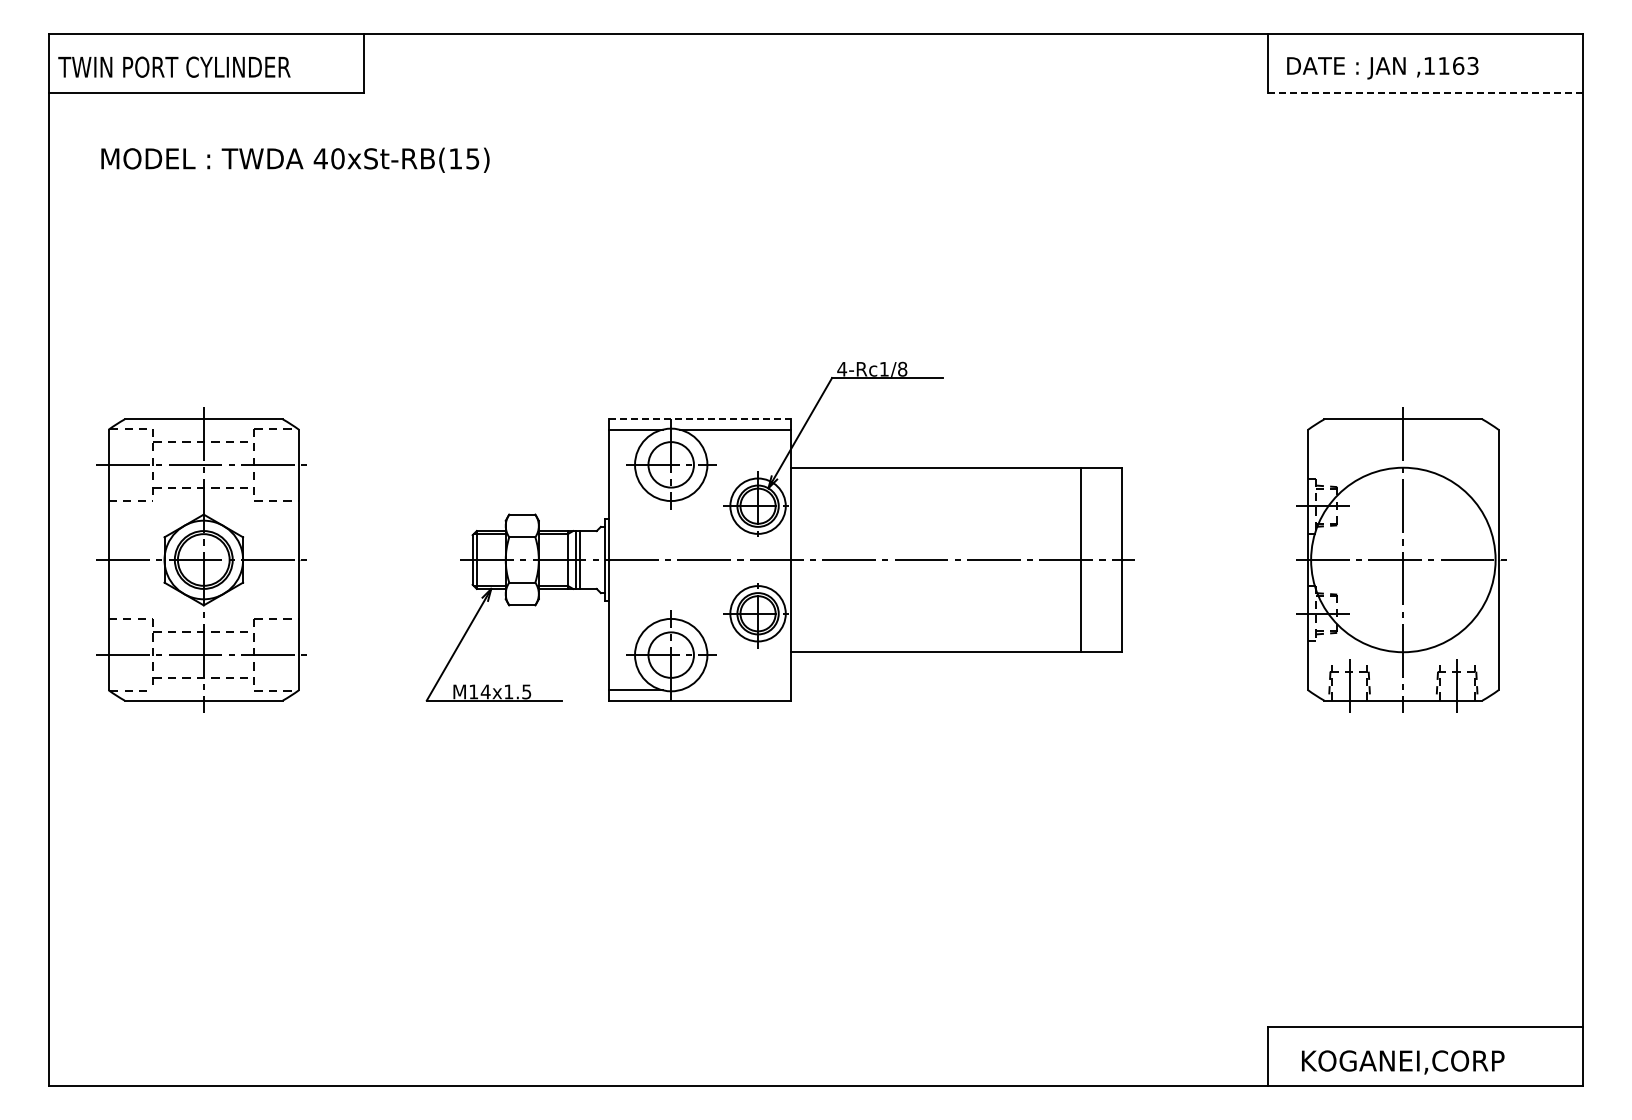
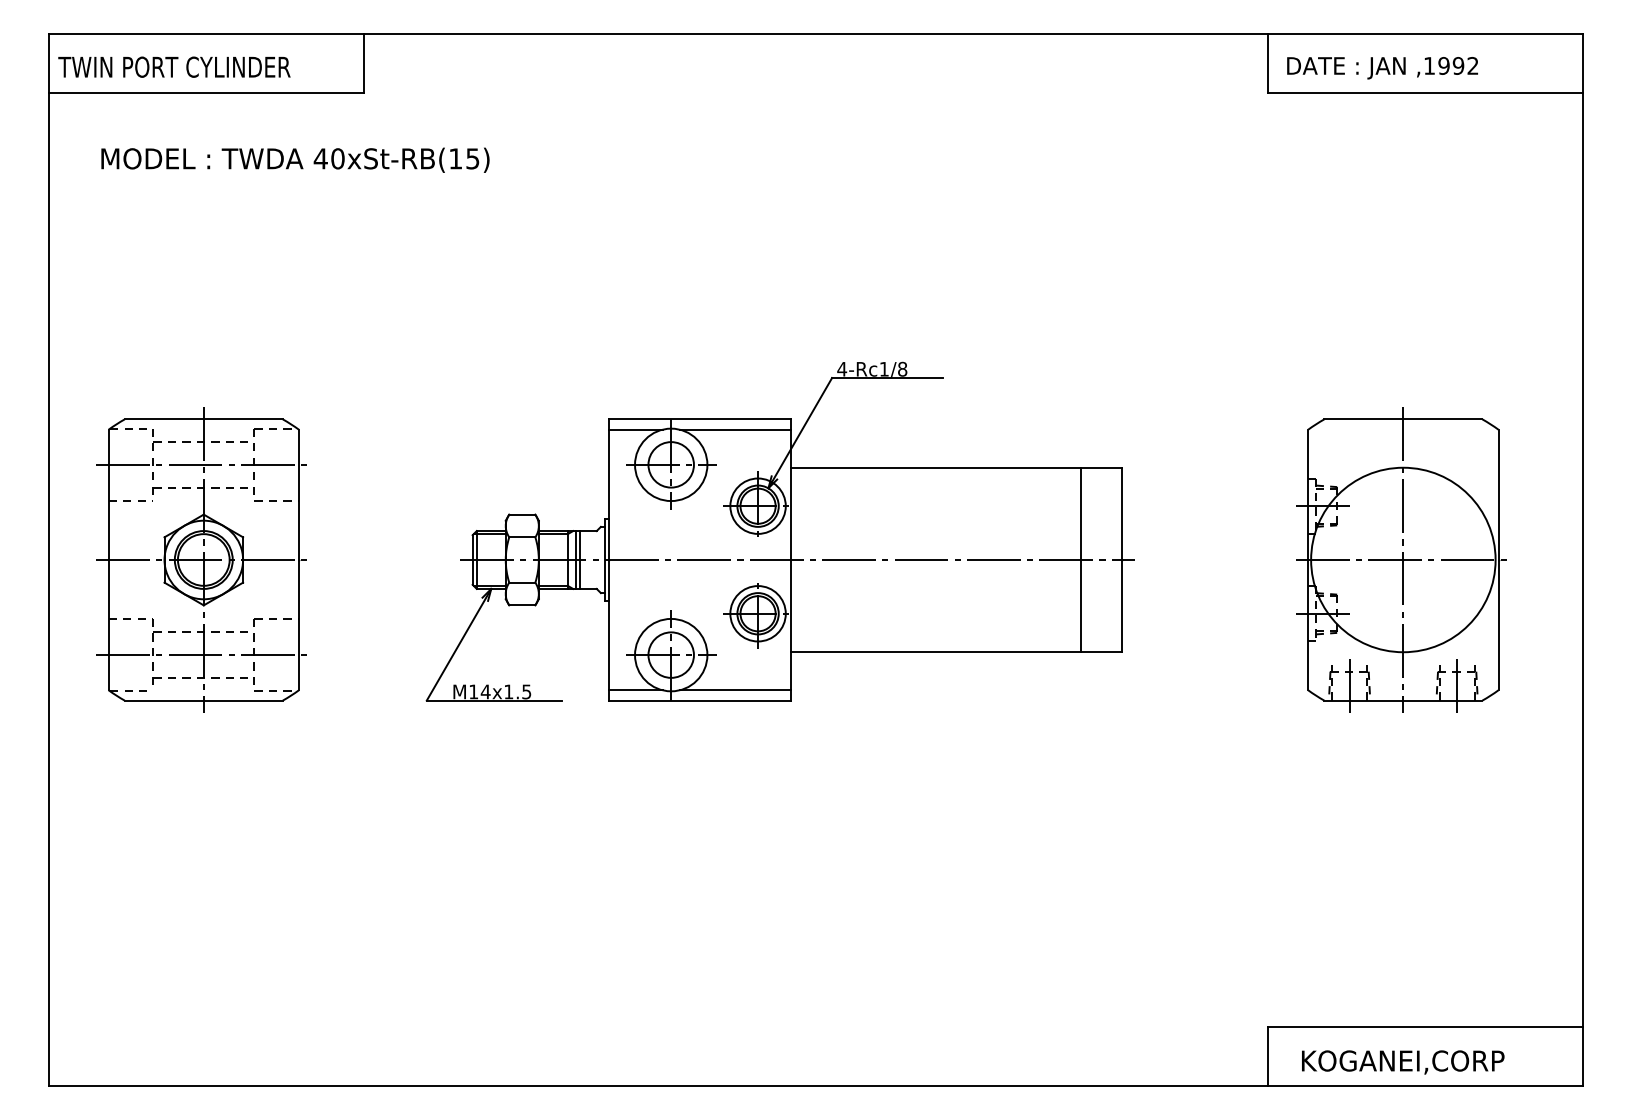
text at (1458, 65): ,1163 -> ,1992
line at (1425, 92): dashed -> solid
line at (700, 419): dashed -> solid
line at (735, 690): none -> present
